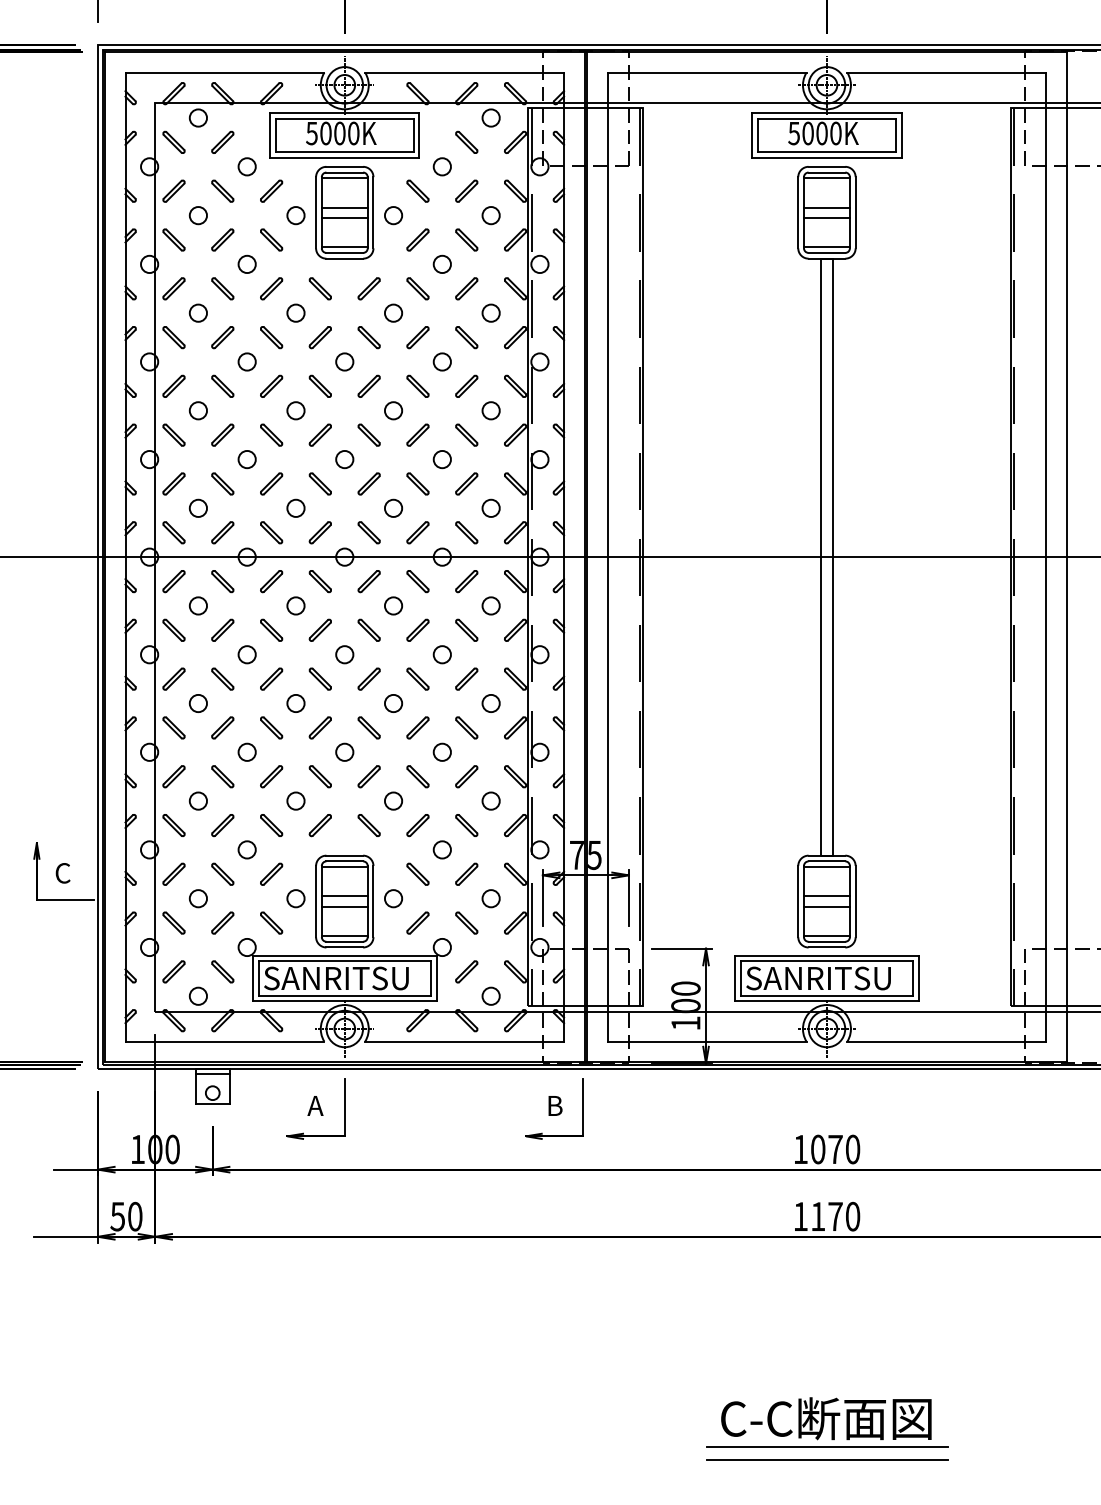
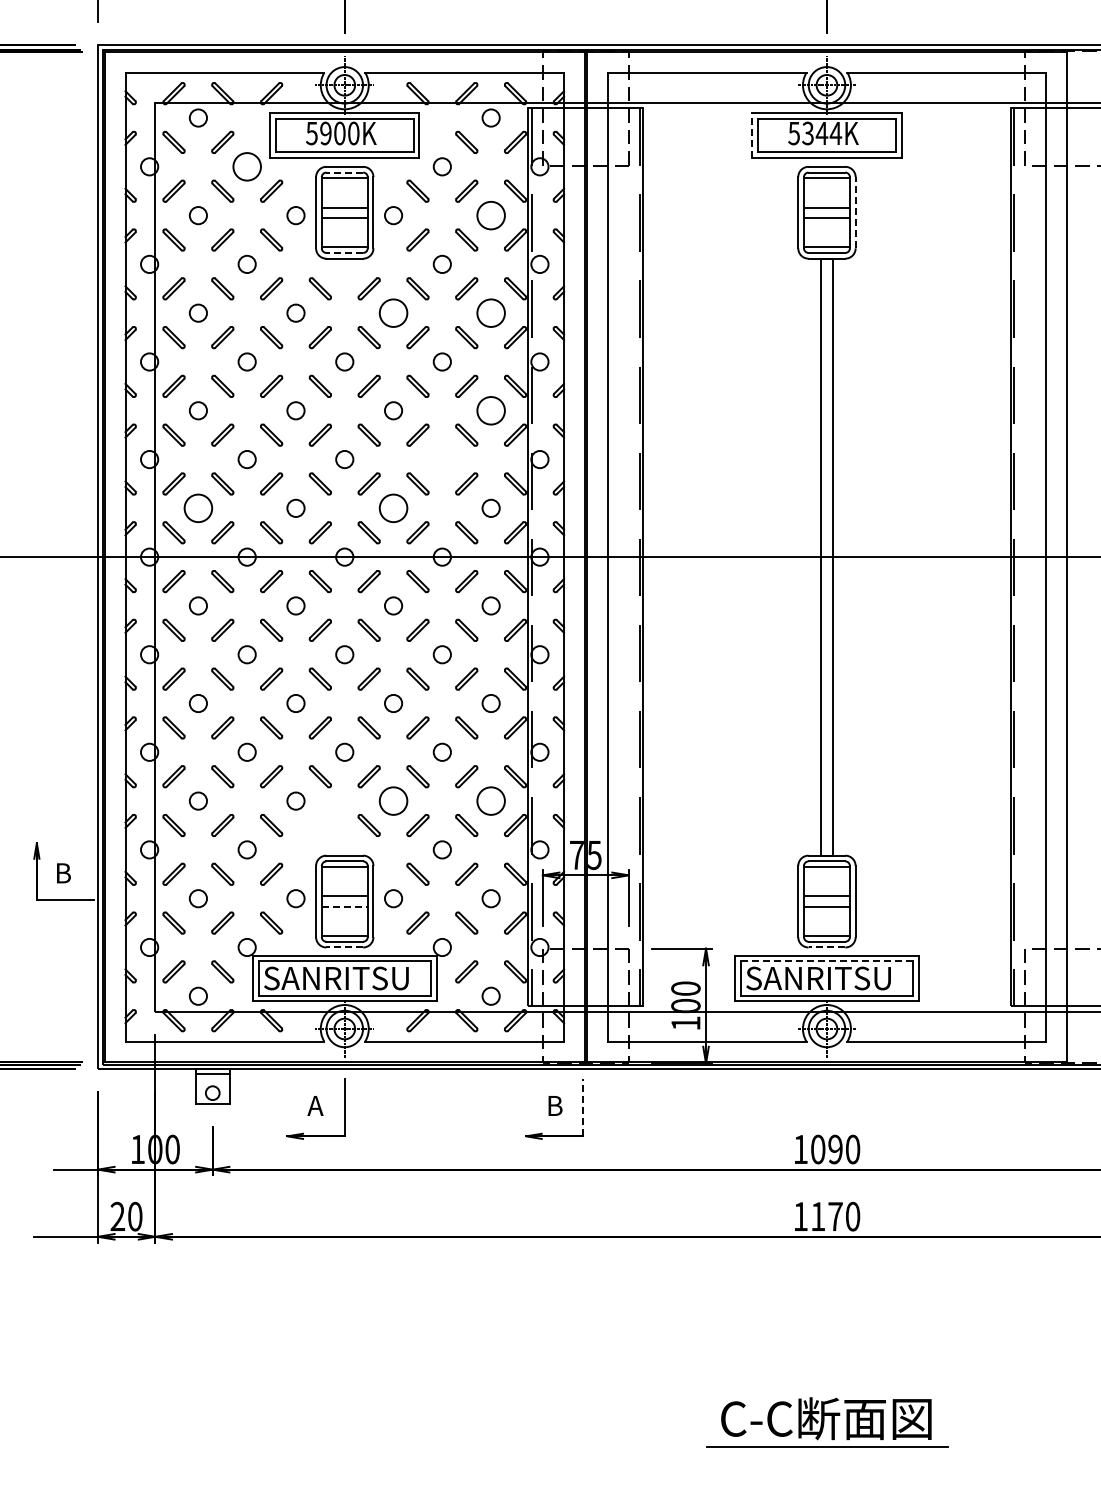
text at (325, 133): 5000K -> 5900K
text at (822, 133): 5000K -> 5344K
line at (752, 135): solid -> dashed
circle at (246, 166) diameter: 17 px -> 28 px
line at (344, 172): solid -> dashed
line at (855, 212): solid -> dashed
circle at (490, 215) diameter: 17 px -> 28 px
line at (344, 252): solid -> dashed
circle at (393, 312) diameter: 17 px -> 28 px
circle at (490, 312) diameter: 17 px -> 28 px
circle at (490, 410) diameter: 17 px -> 28 px
circle at (441, 459): present -> none
circle at (198, 507) diameter: 17 px -> 28 px
circle at (393, 507) diameter: 17 px -> 28 px
circle at (393, 800) diameter: 17 px -> 28 px
circle at (490, 800) diameter: 17 px -> 28 px
part at (319, 825): present -> none
text at (62, 873): C -> B
line at (344, 906): solid -> dashed
line at (344, 947): solid -> dashed
line at (826, 947): solid -> dashed
line at (826, 961): solid -> dashed
line at (583, 1107): solid -> dashed
text at (835, 1149): 1070 -> 1090
text at (117, 1216): 50 -> 20
line at (827, 1459): present -> none
